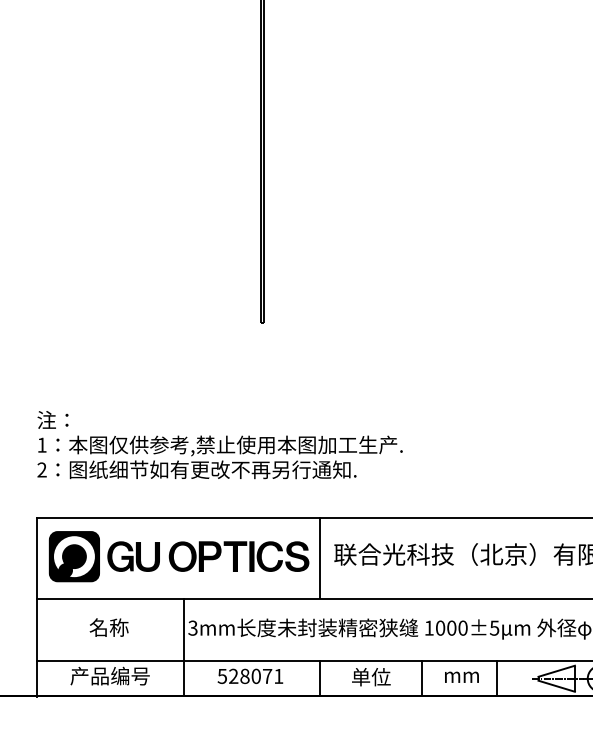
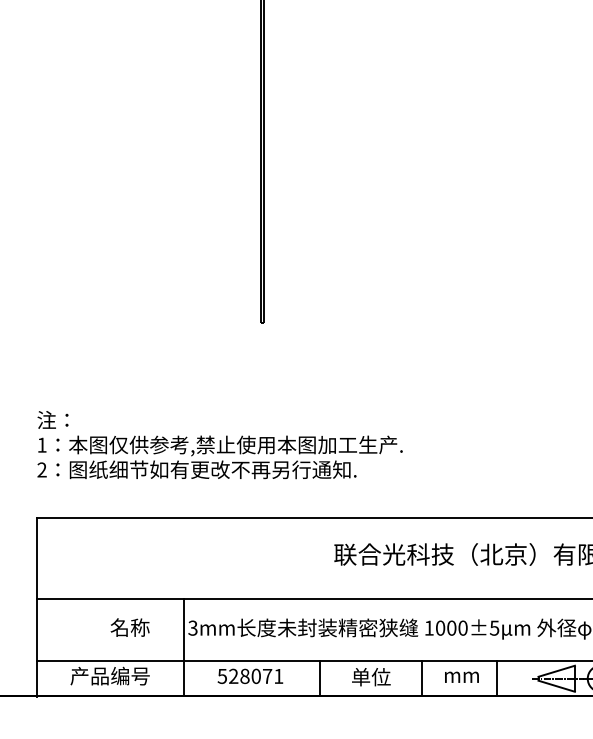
part at (178, 556): present -> none
line at (320, 557): present -> none
text at (108, 627) position: (108, 627) -> (129, 627)
